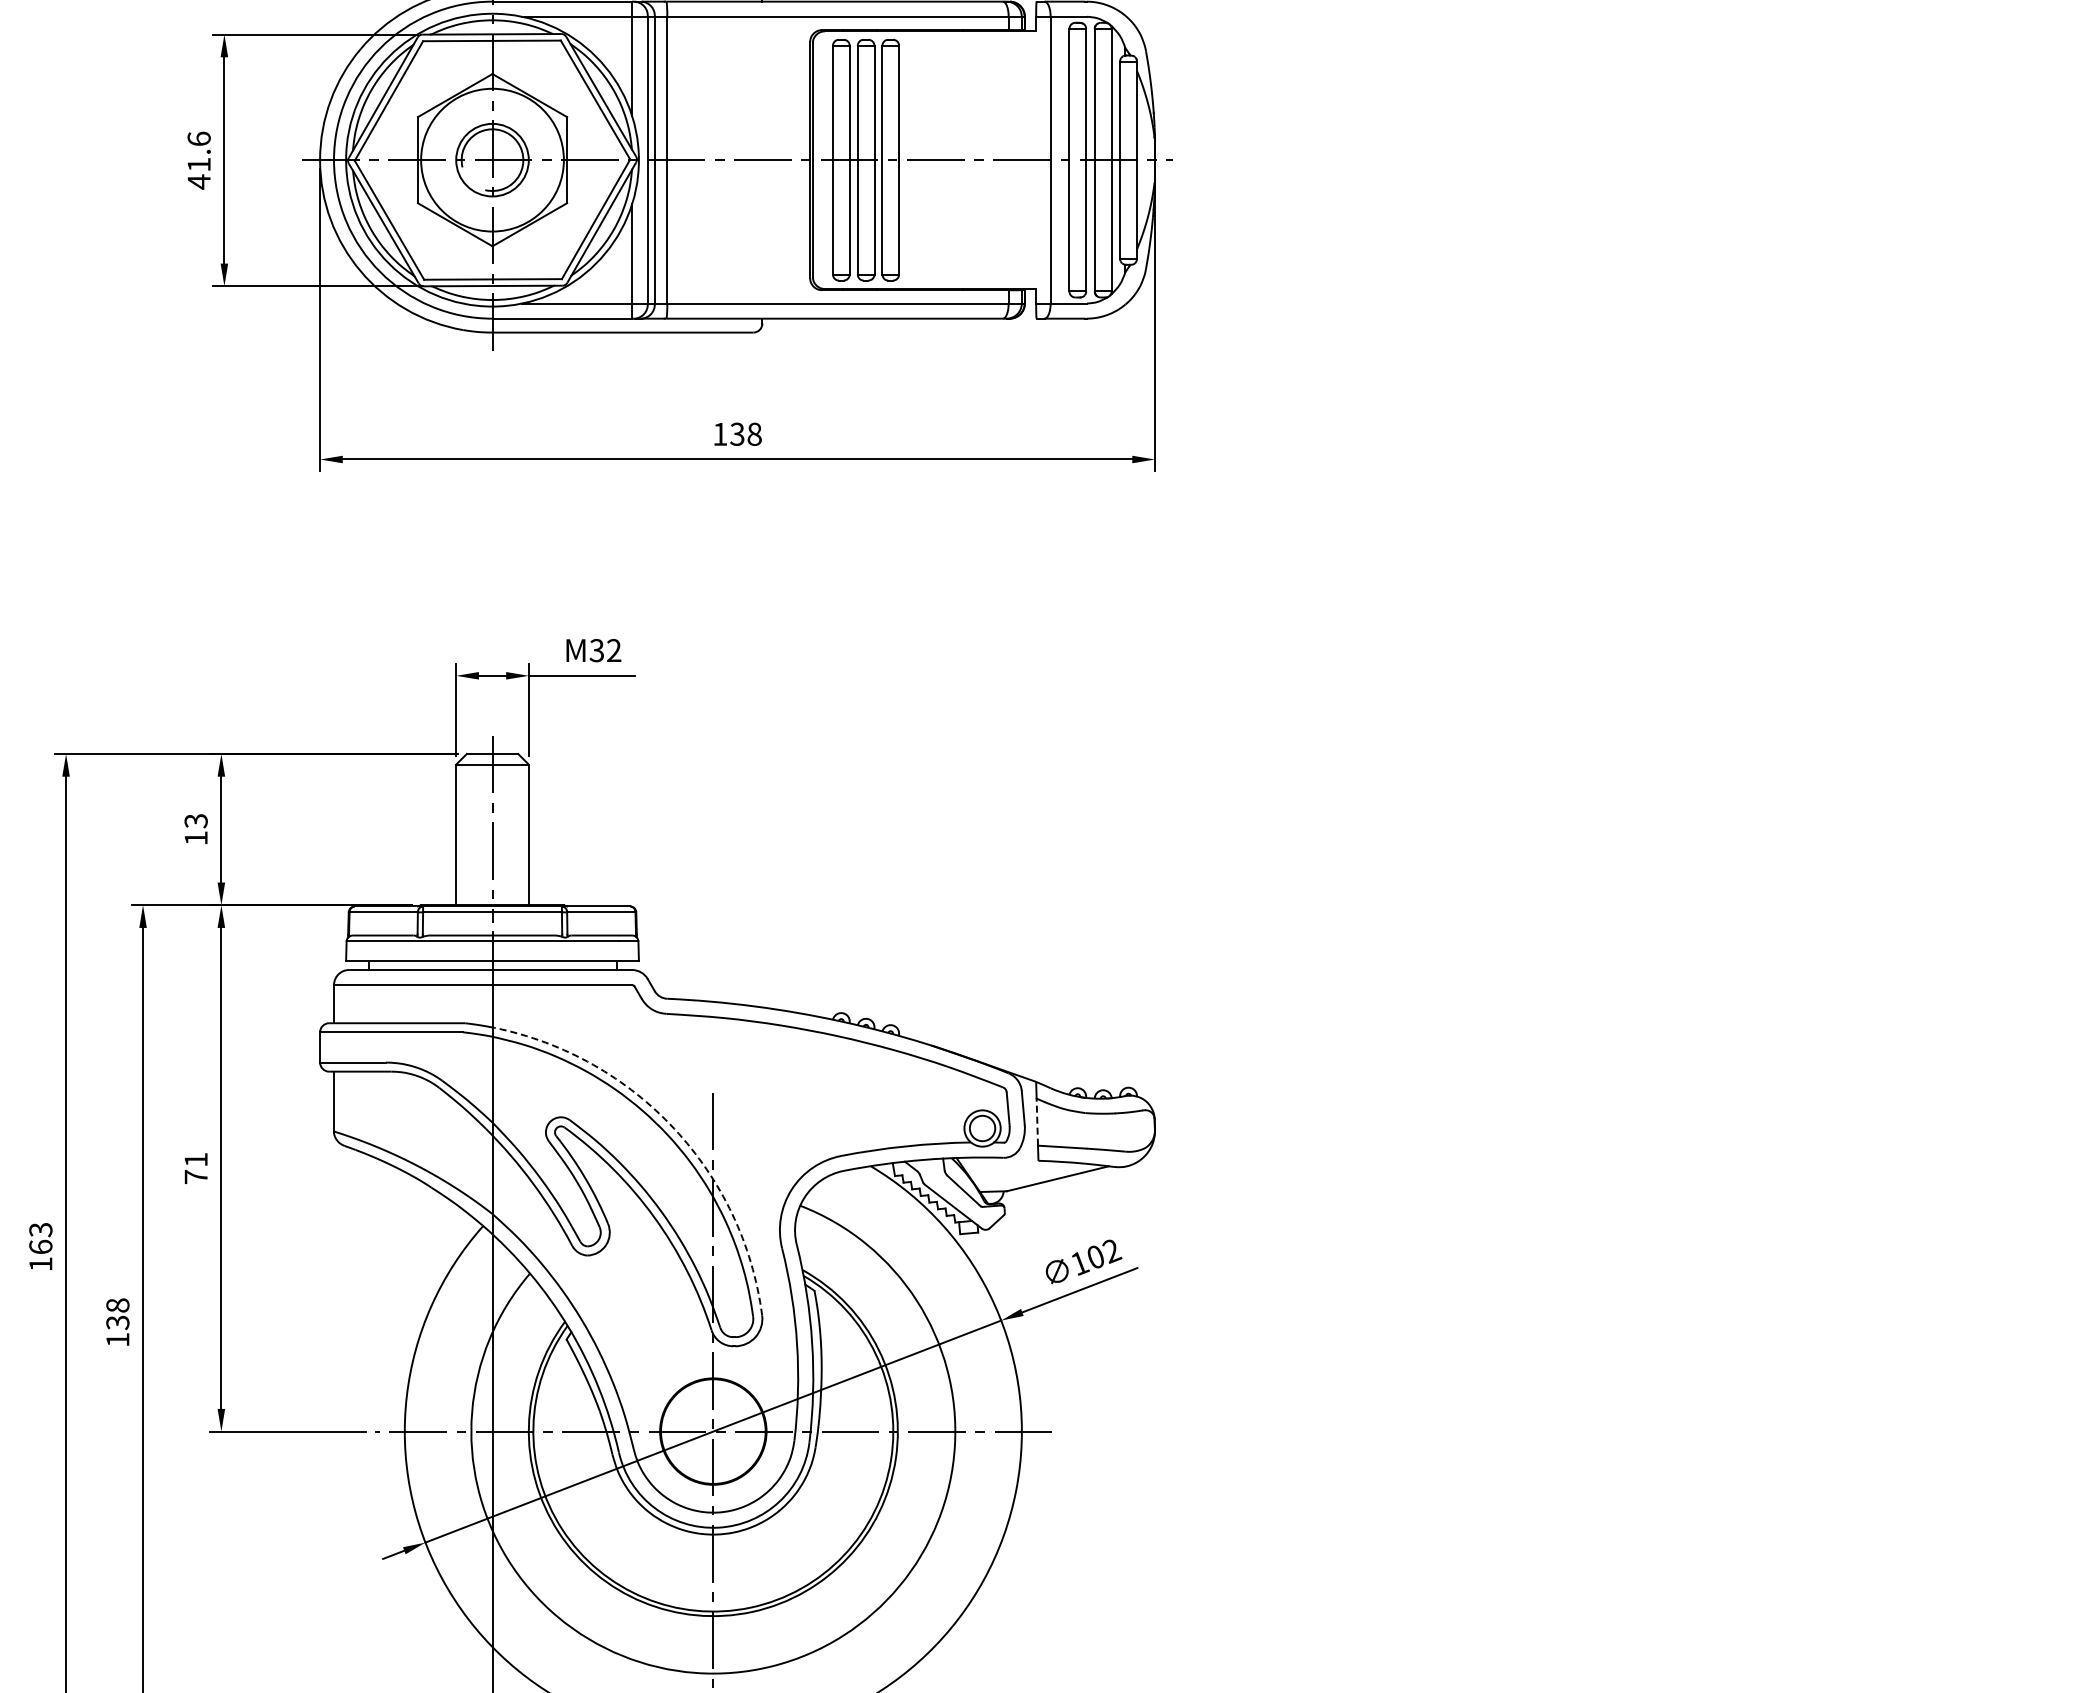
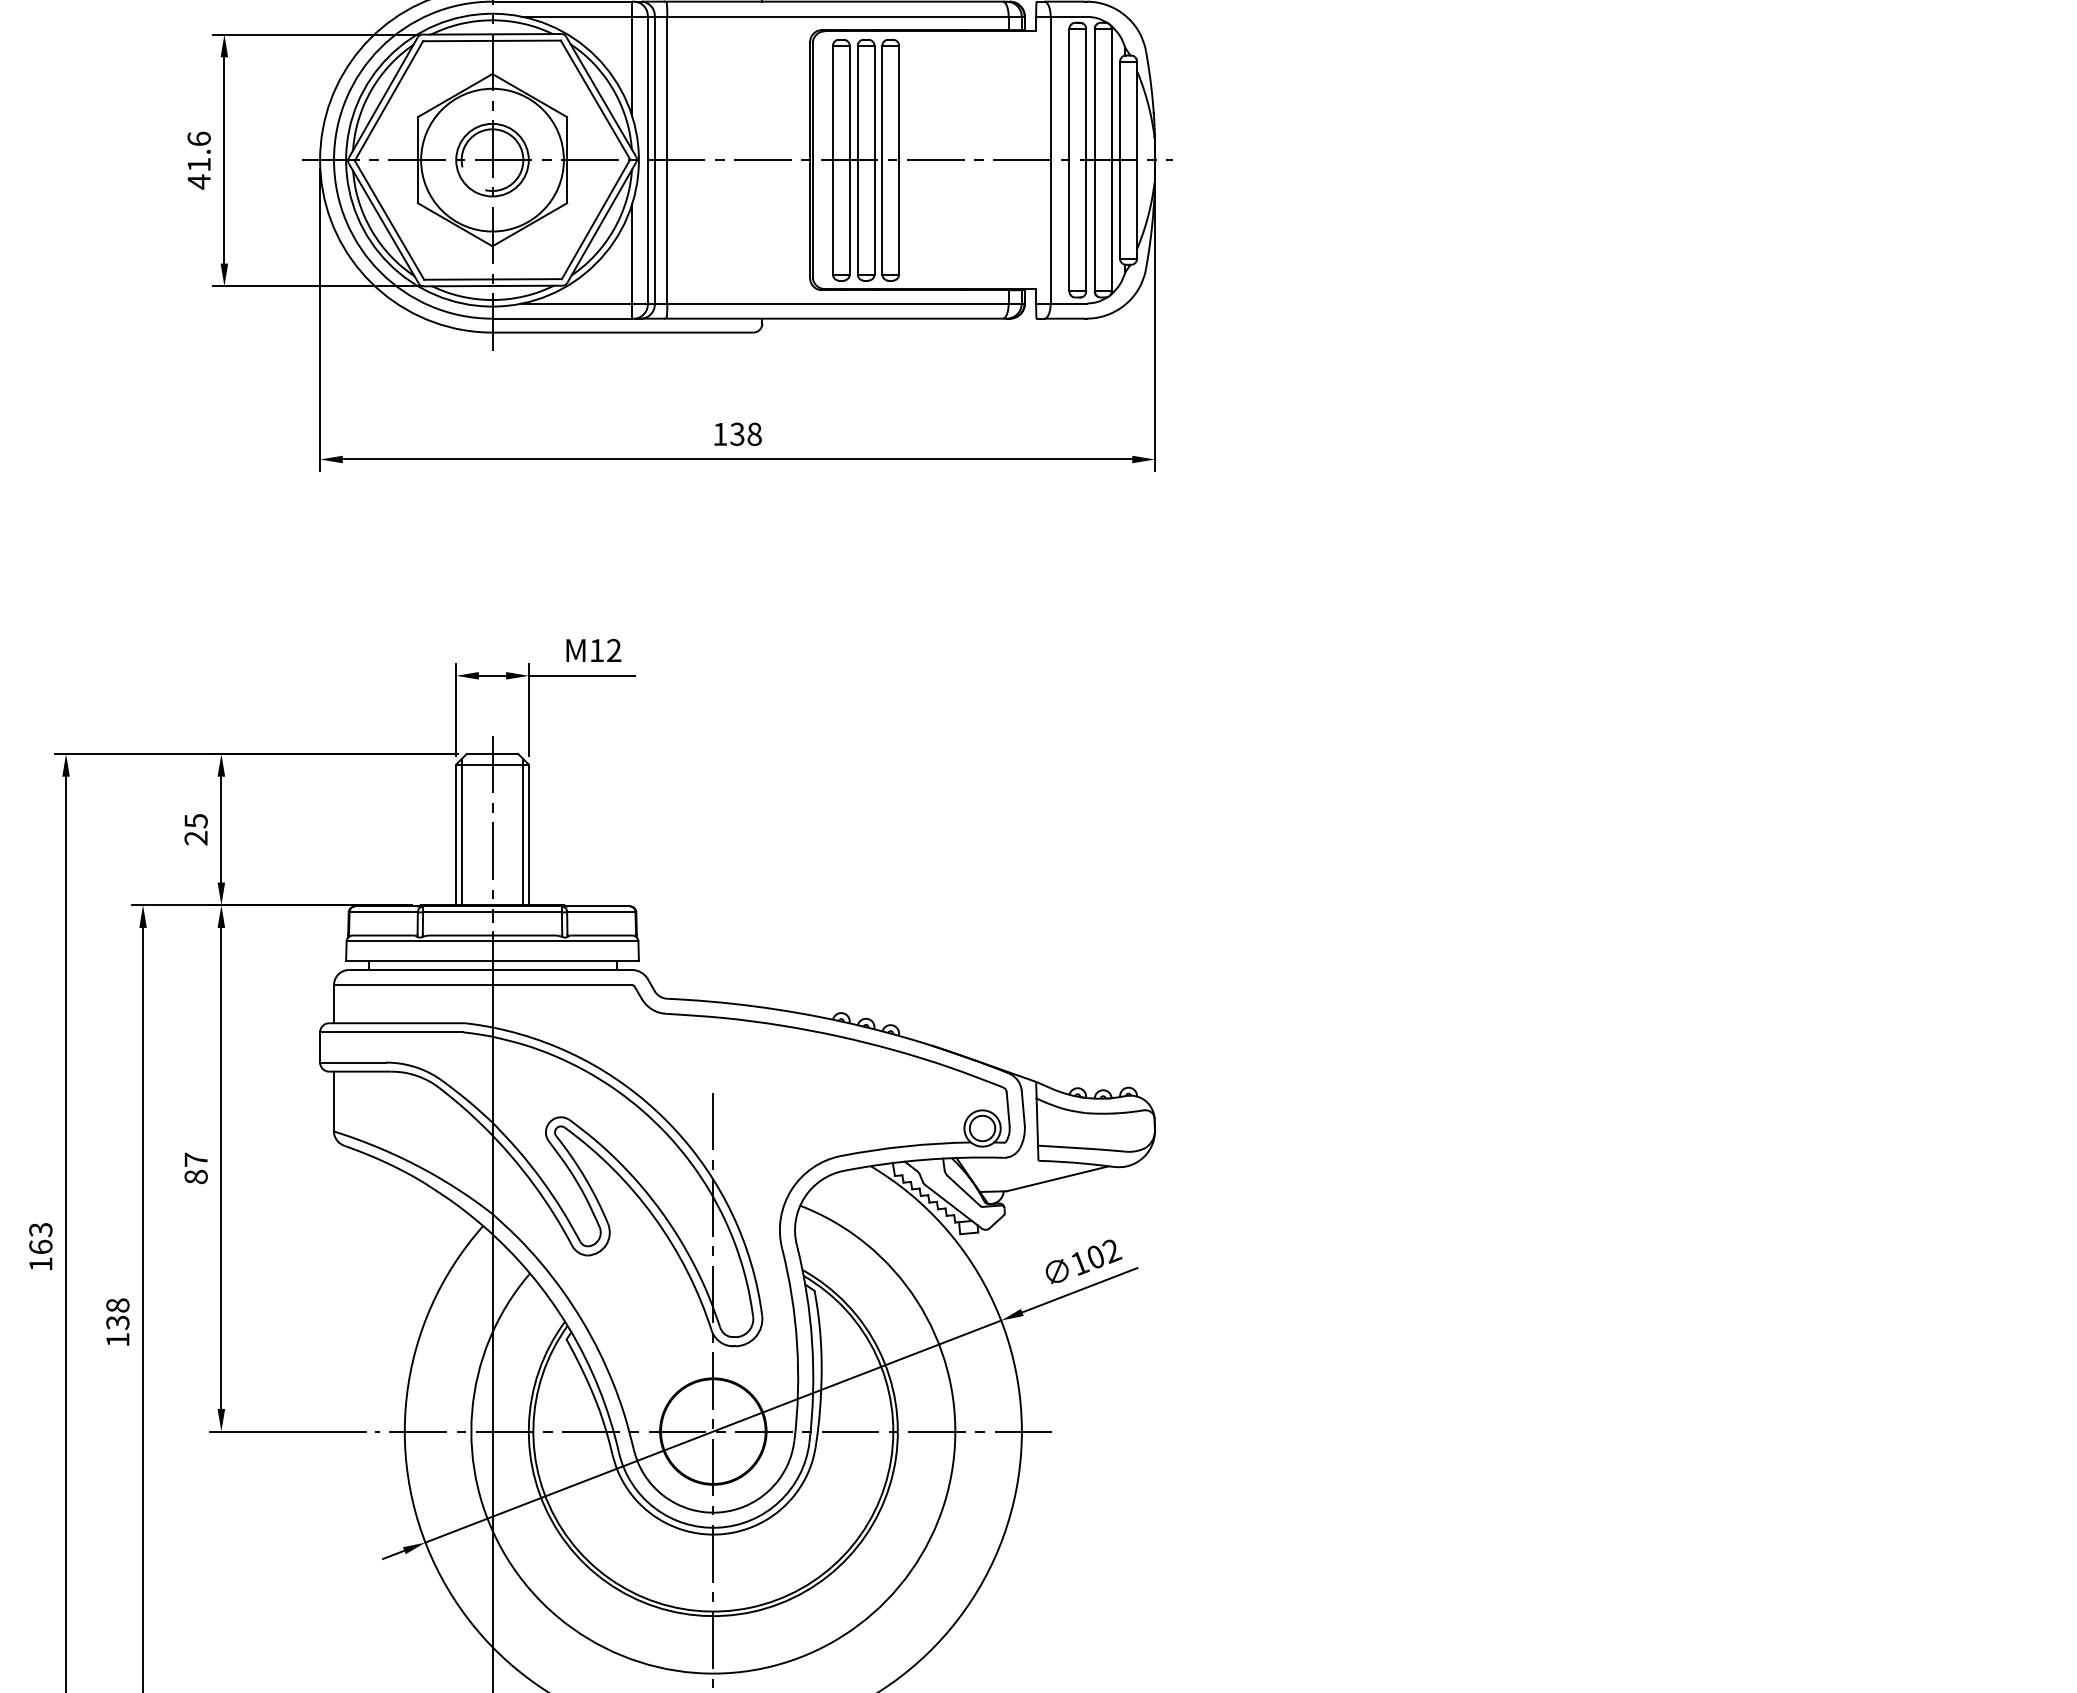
text at (596, 650): M32 -> M12
text at (195, 829): 13 -> 25
line at (461, 831): none -> present
line at (523, 831): none -> present
line at (1037, 1122): dashed -> solid
arc at (674, 1128): dashed -> solid
text at (195, 1168): 71 -> 87
